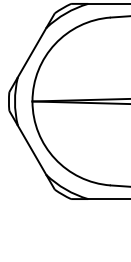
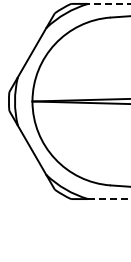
line at (109, 3): solid -> dashed
line at (109, 199): solid -> dashed
